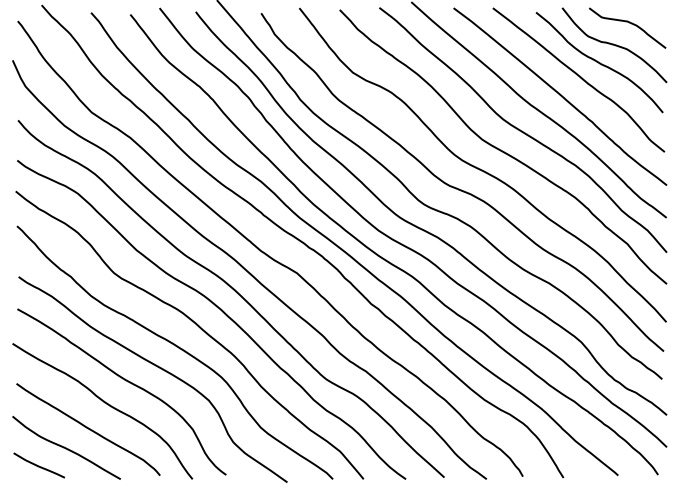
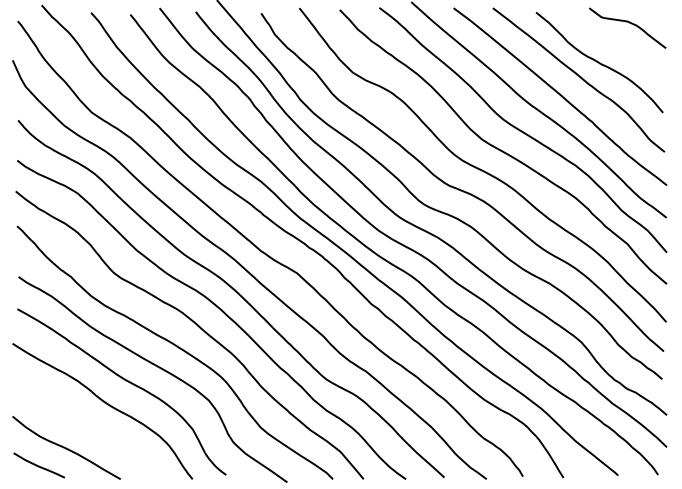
curve at (614, 45): present -> none
curve at (88, 429): present -> none
